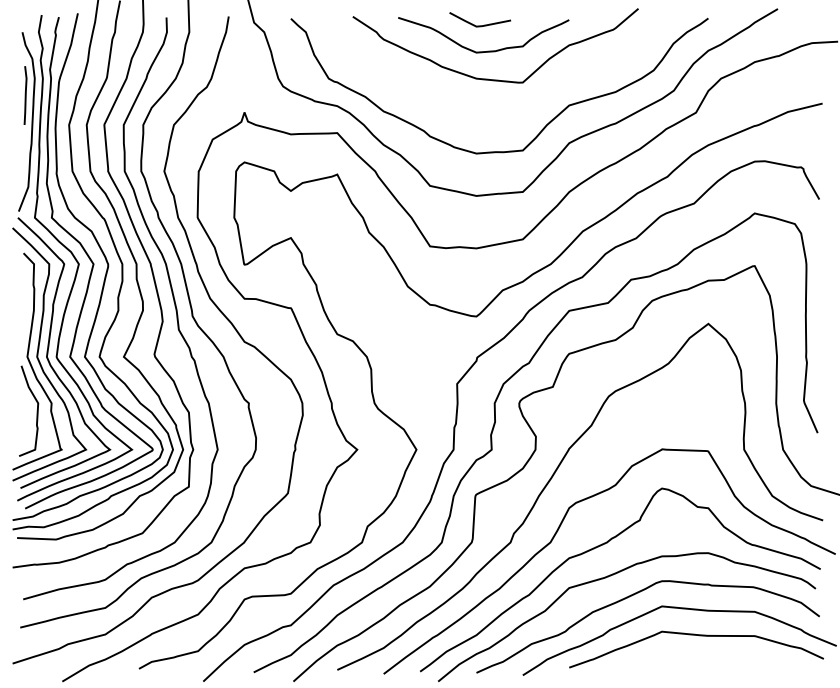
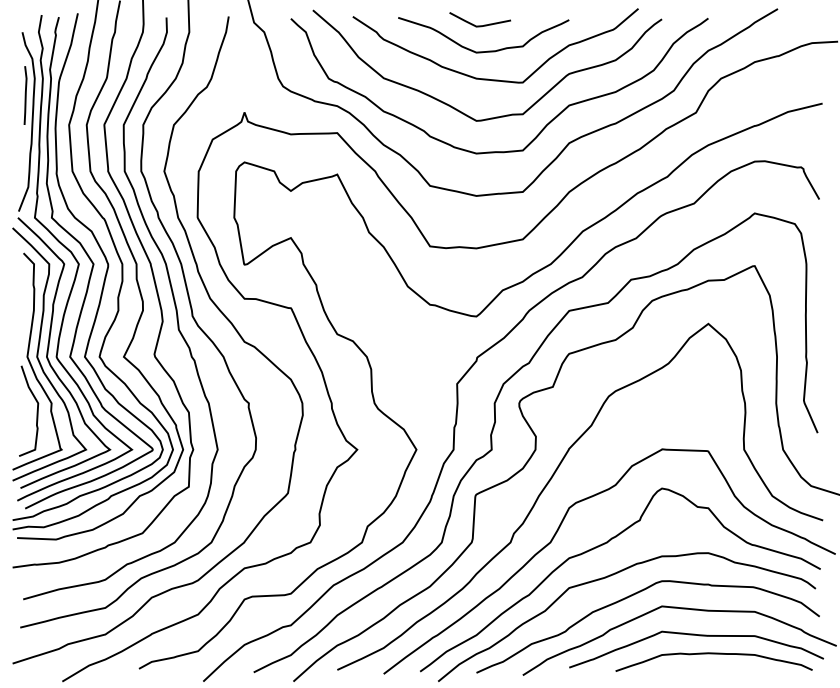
curve at (496, 116): none -> present
curve at (713, 654): none -> present
